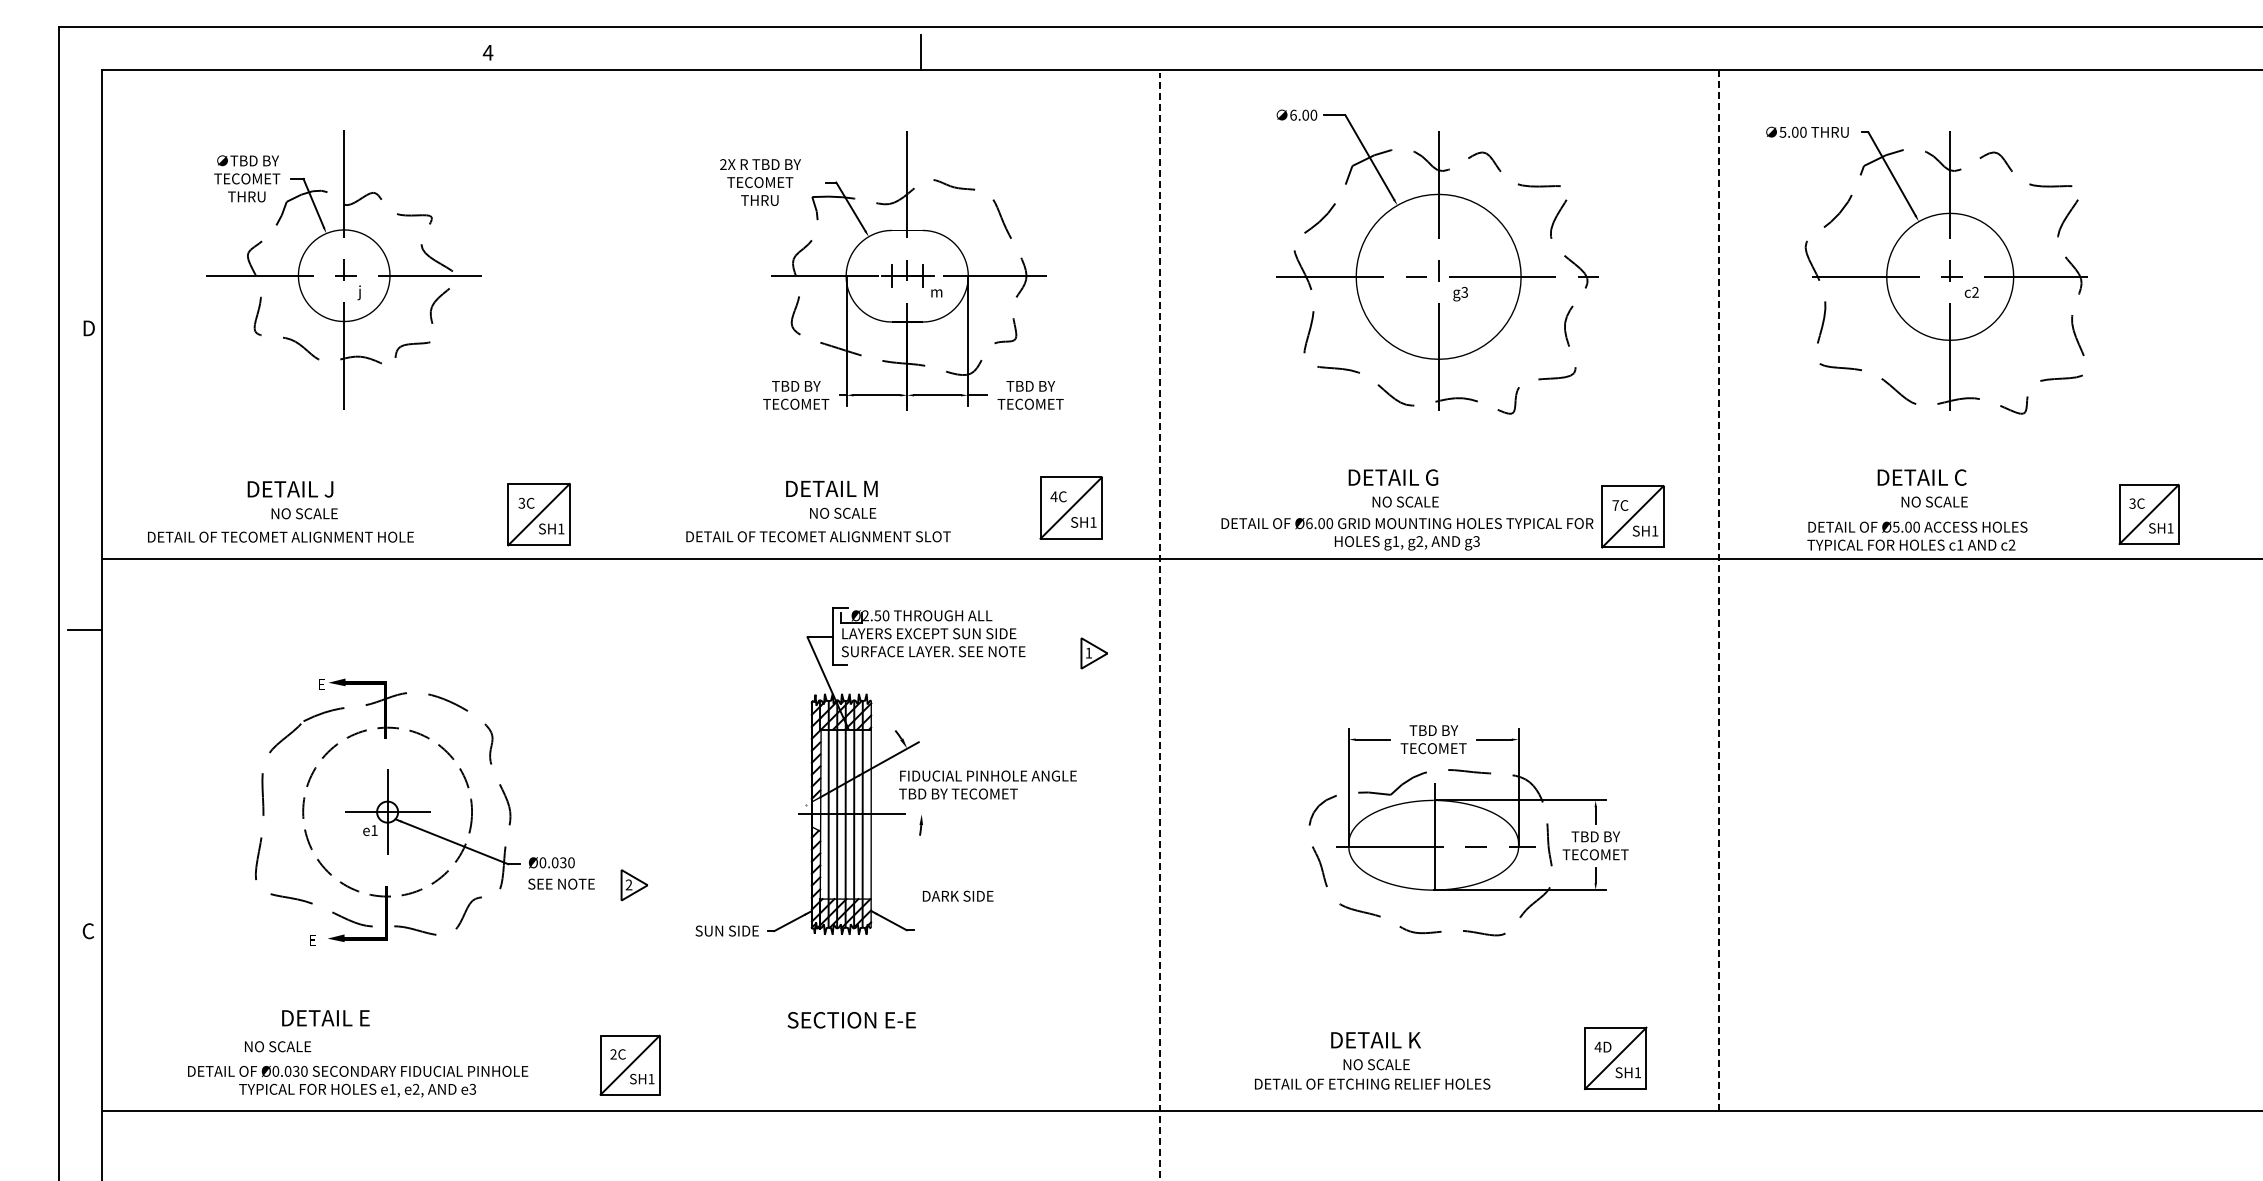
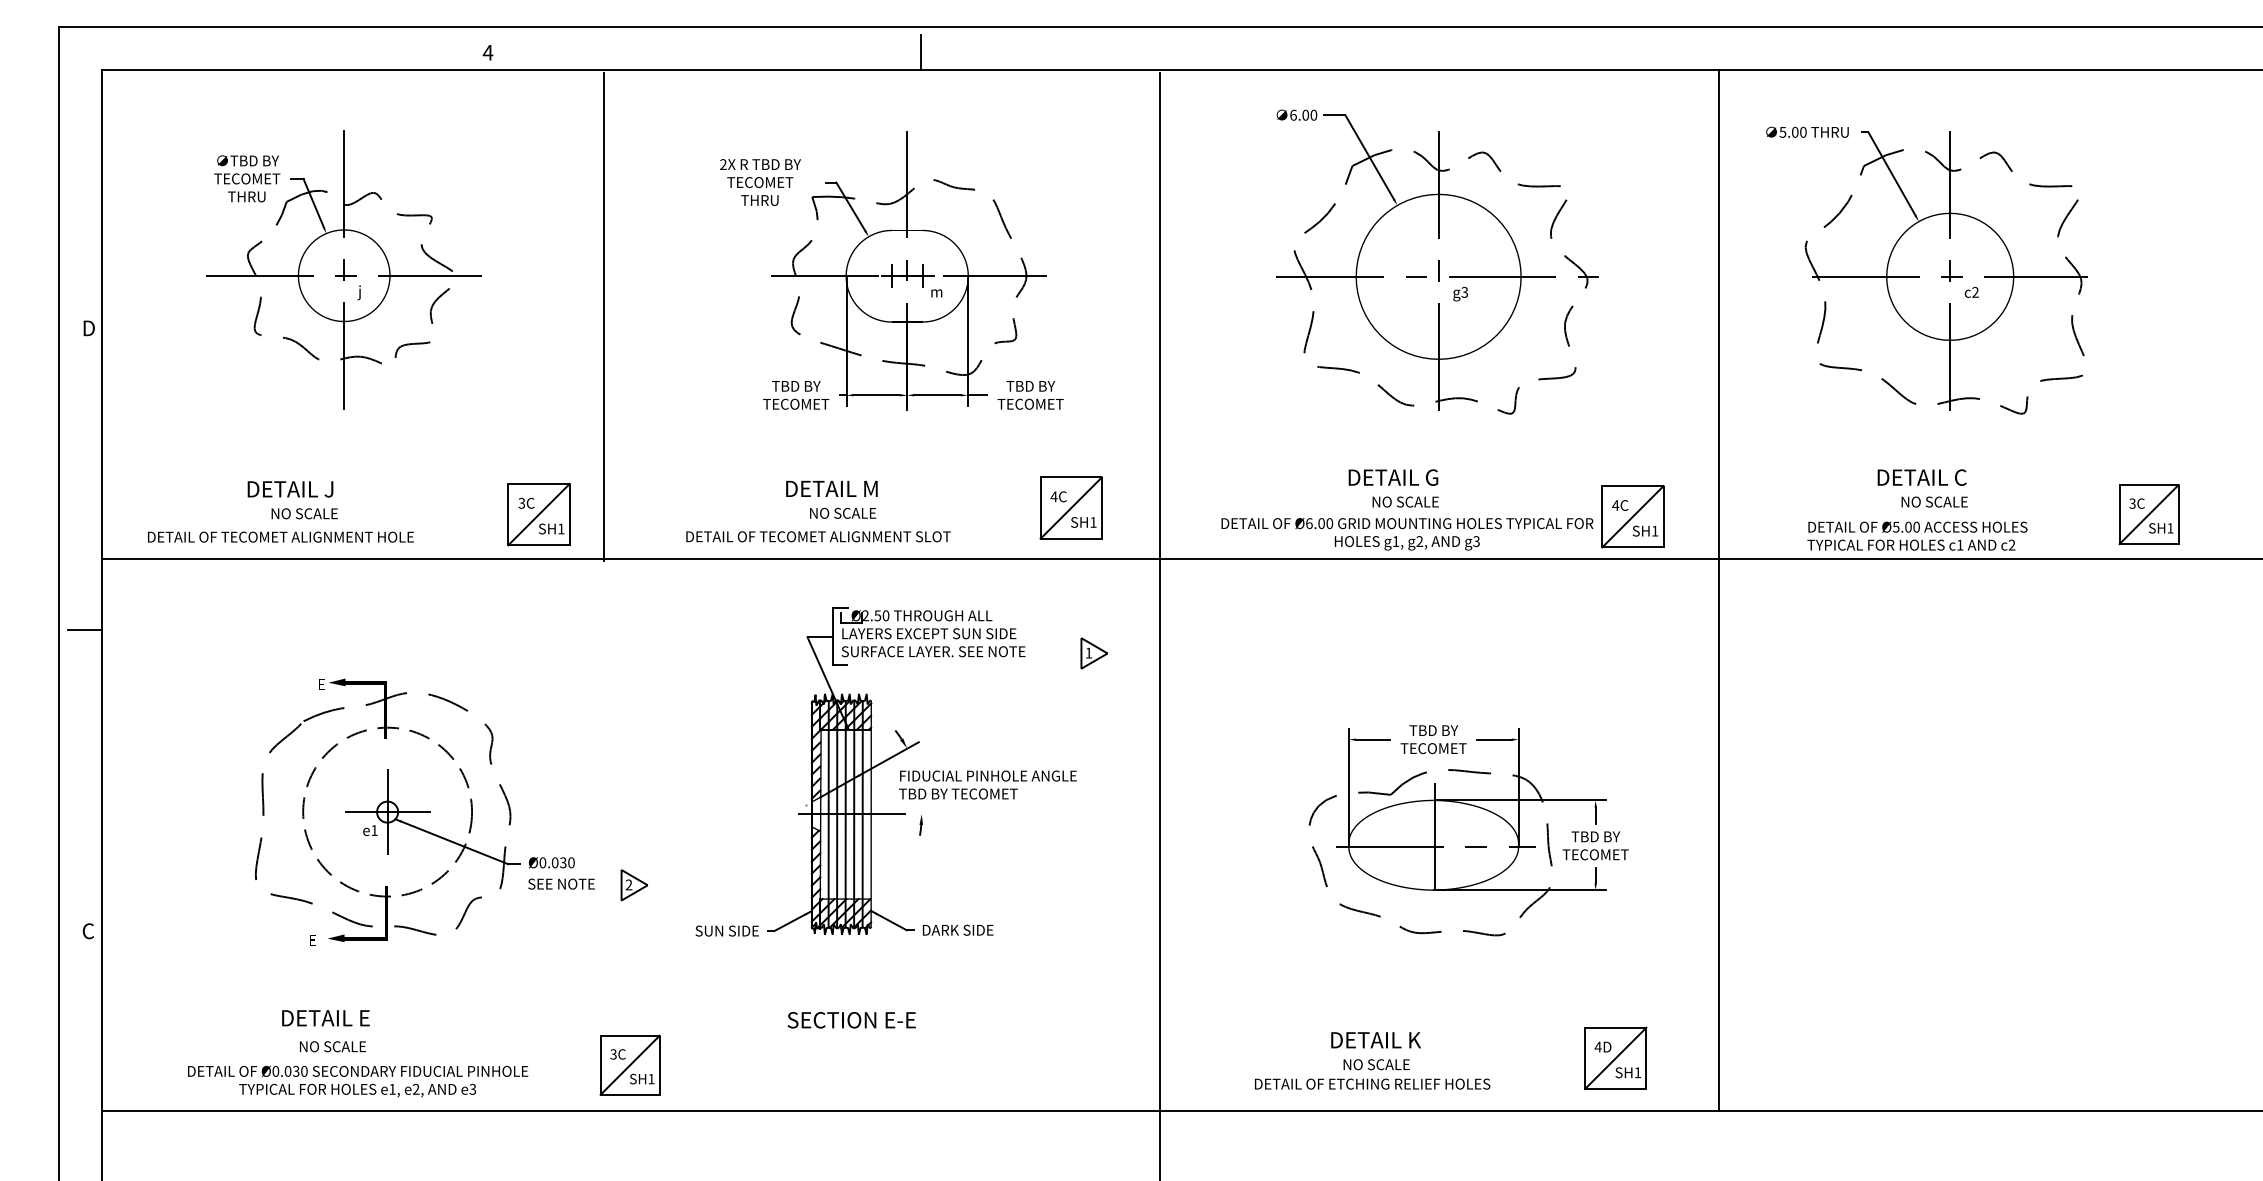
line at (603, 316): none -> present
text at (1615, 505): 7C -> 4C
line at (1718, 590): dashed -> solid
line at (1159, 626): dashed -> solid
text at (957, 895) position: (957, 895) -> (957, 929)
text at (278, 1046) position: (278, 1046) -> (333, 1046)
text at (613, 1054): 2C -> 3C
